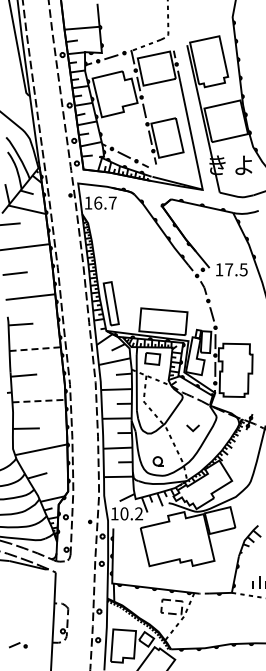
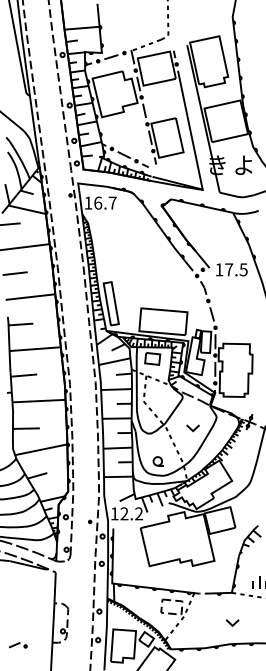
line at (35, 349): dashed -> solid
line at (38, 401): dashed -> solid
text at (124, 513): 10.2 -> 12.2
part at (232, 622): none -> present
